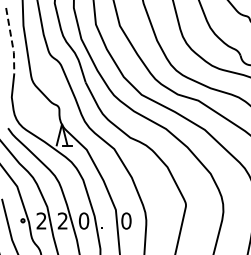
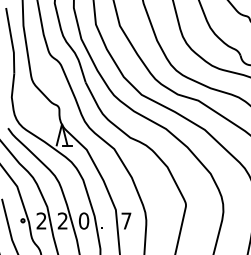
line at (11, 40): dashed -> solid
text at (126, 220): 0 -> 7
